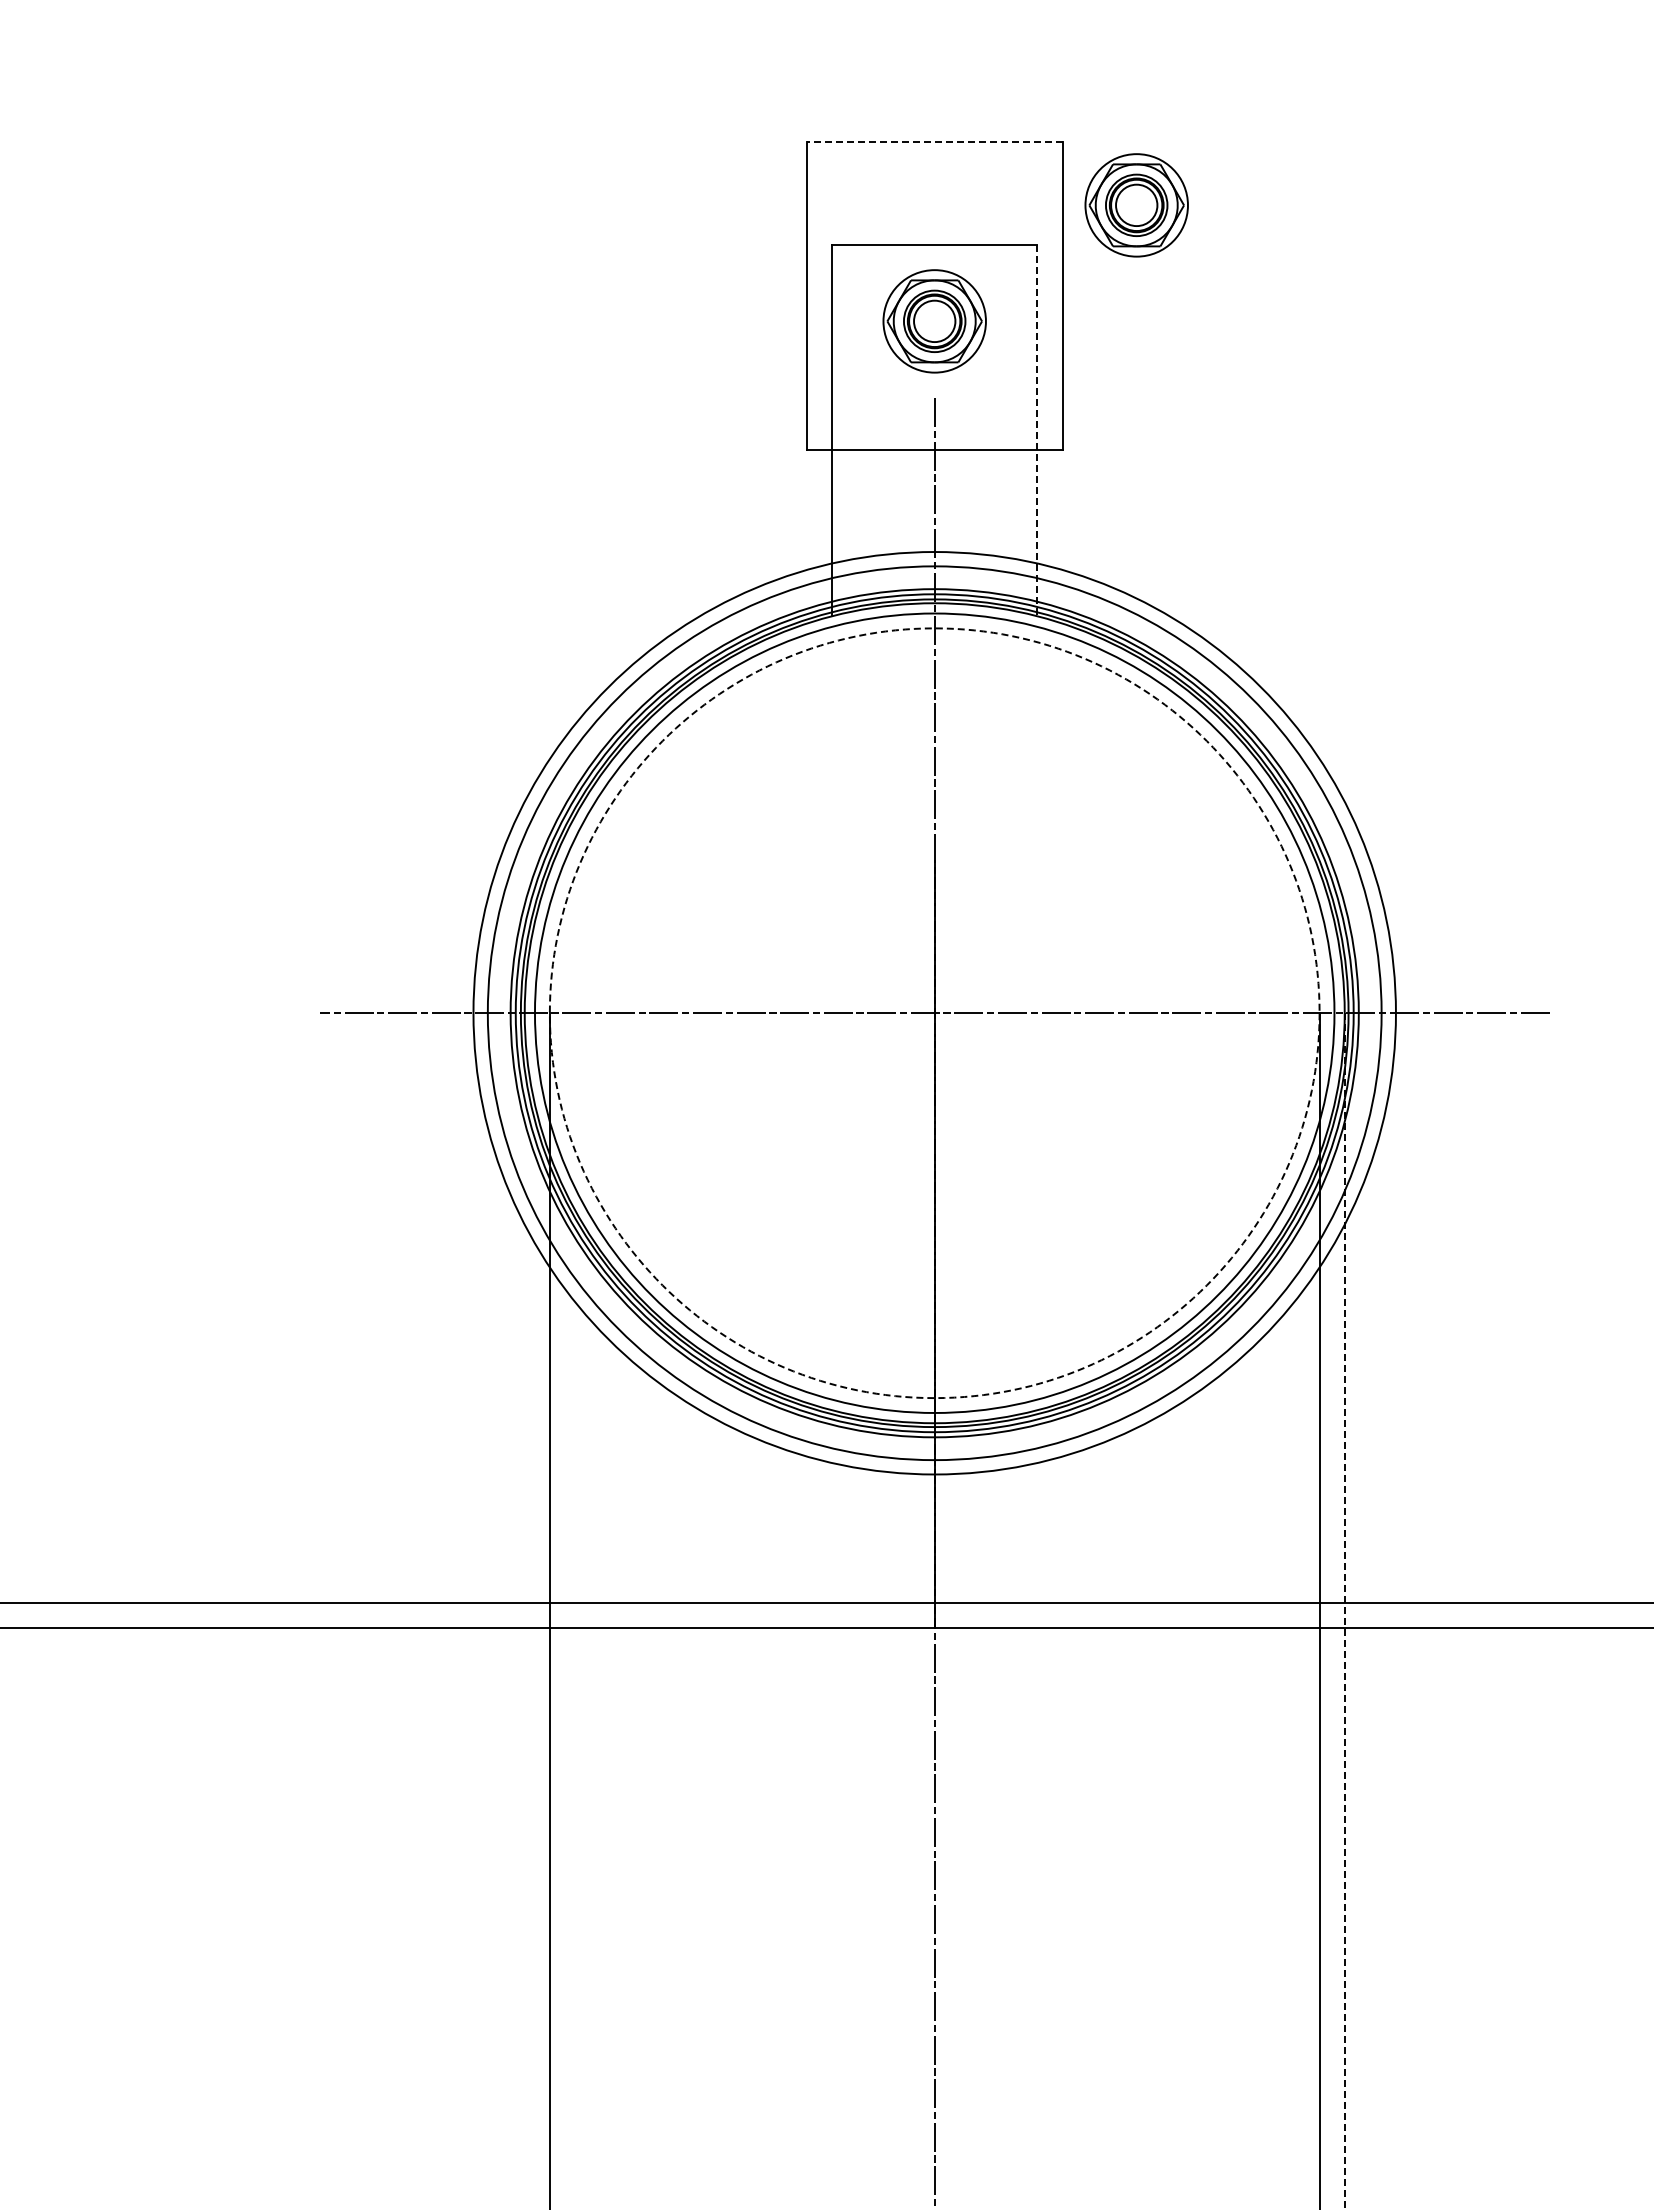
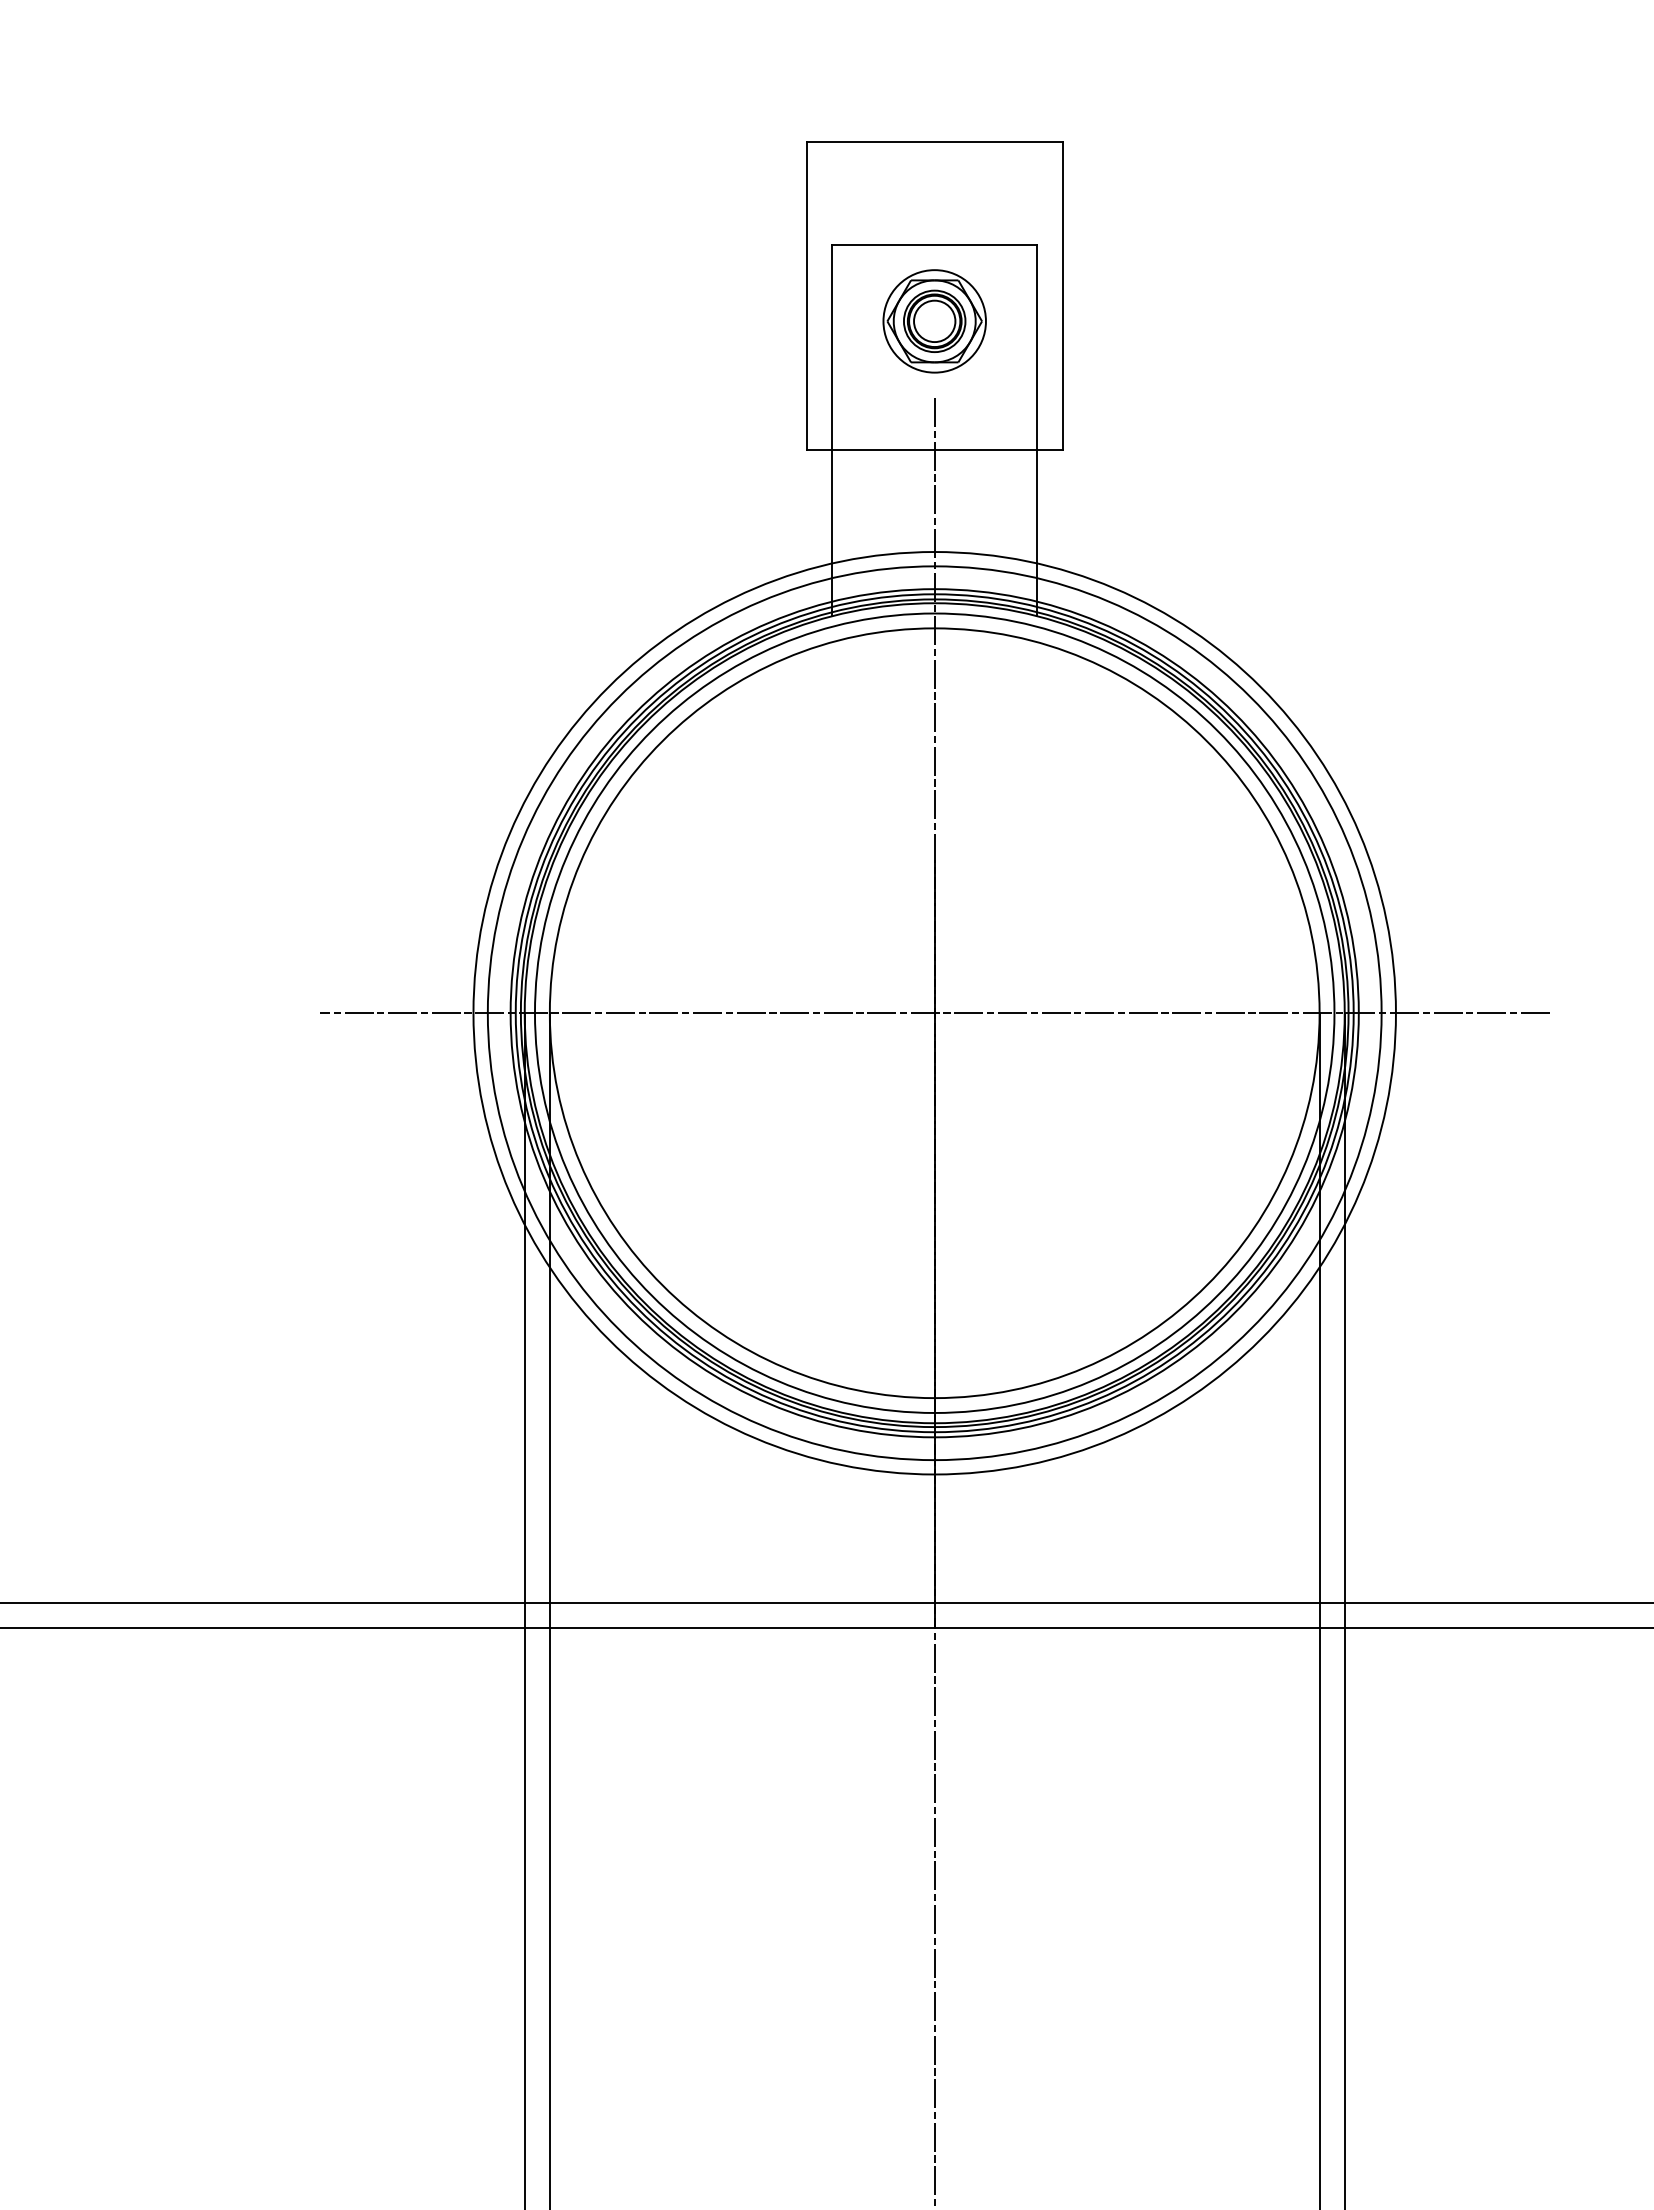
line at (934, 142): dashed -> solid
part at (1136, 205): present -> none
line at (1037, 430): dashed -> solid
circle at (934, 1013): dashed -> solid
line at (524, 1609): none -> present
line at (1344, 1611): dashed -> solid
